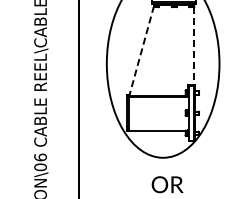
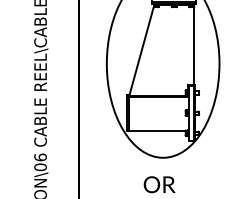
line at (193, 46): dashed -> solid
line at (141, 51): dashed -> solid
text at (167, 184) position: (167, 184) -> (159, 184)
